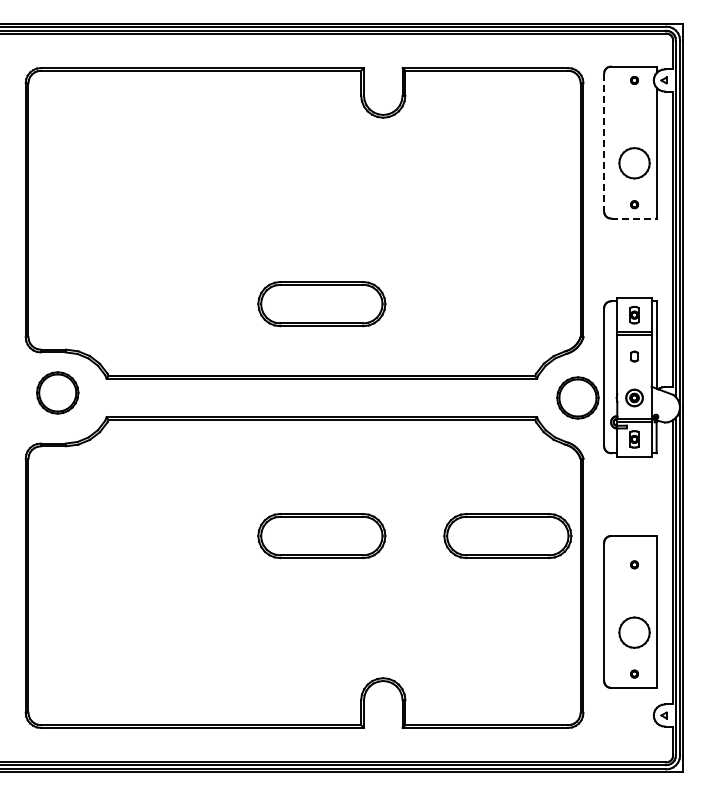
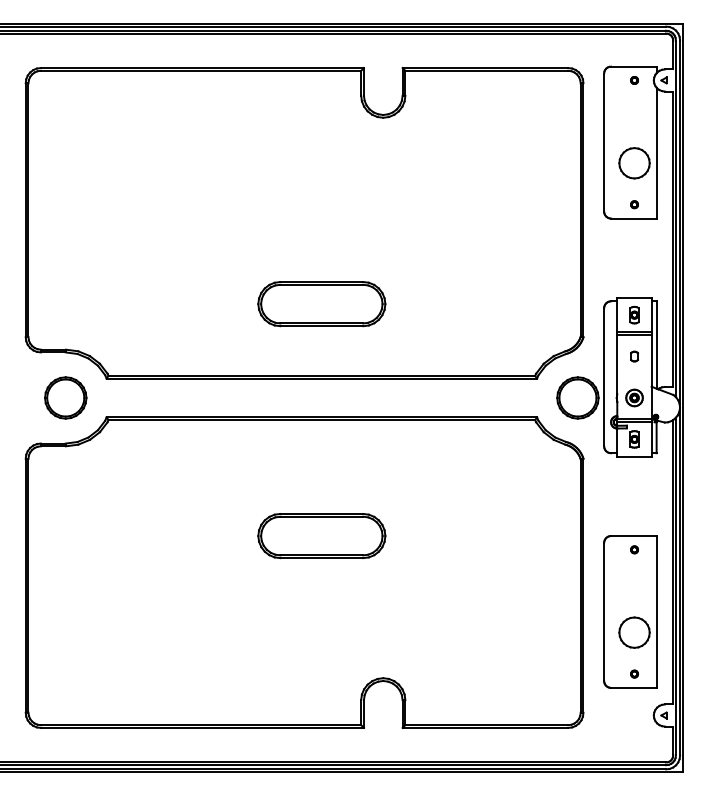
line at (604, 143): dashed -> solid
line at (633, 218): dashed -> solid
part at (57, 392) position: (57, 392) -> (65, 397)
part at (507, 536): present -> none
part at (634, 564) position: (634, 564) -> (634, 549)
